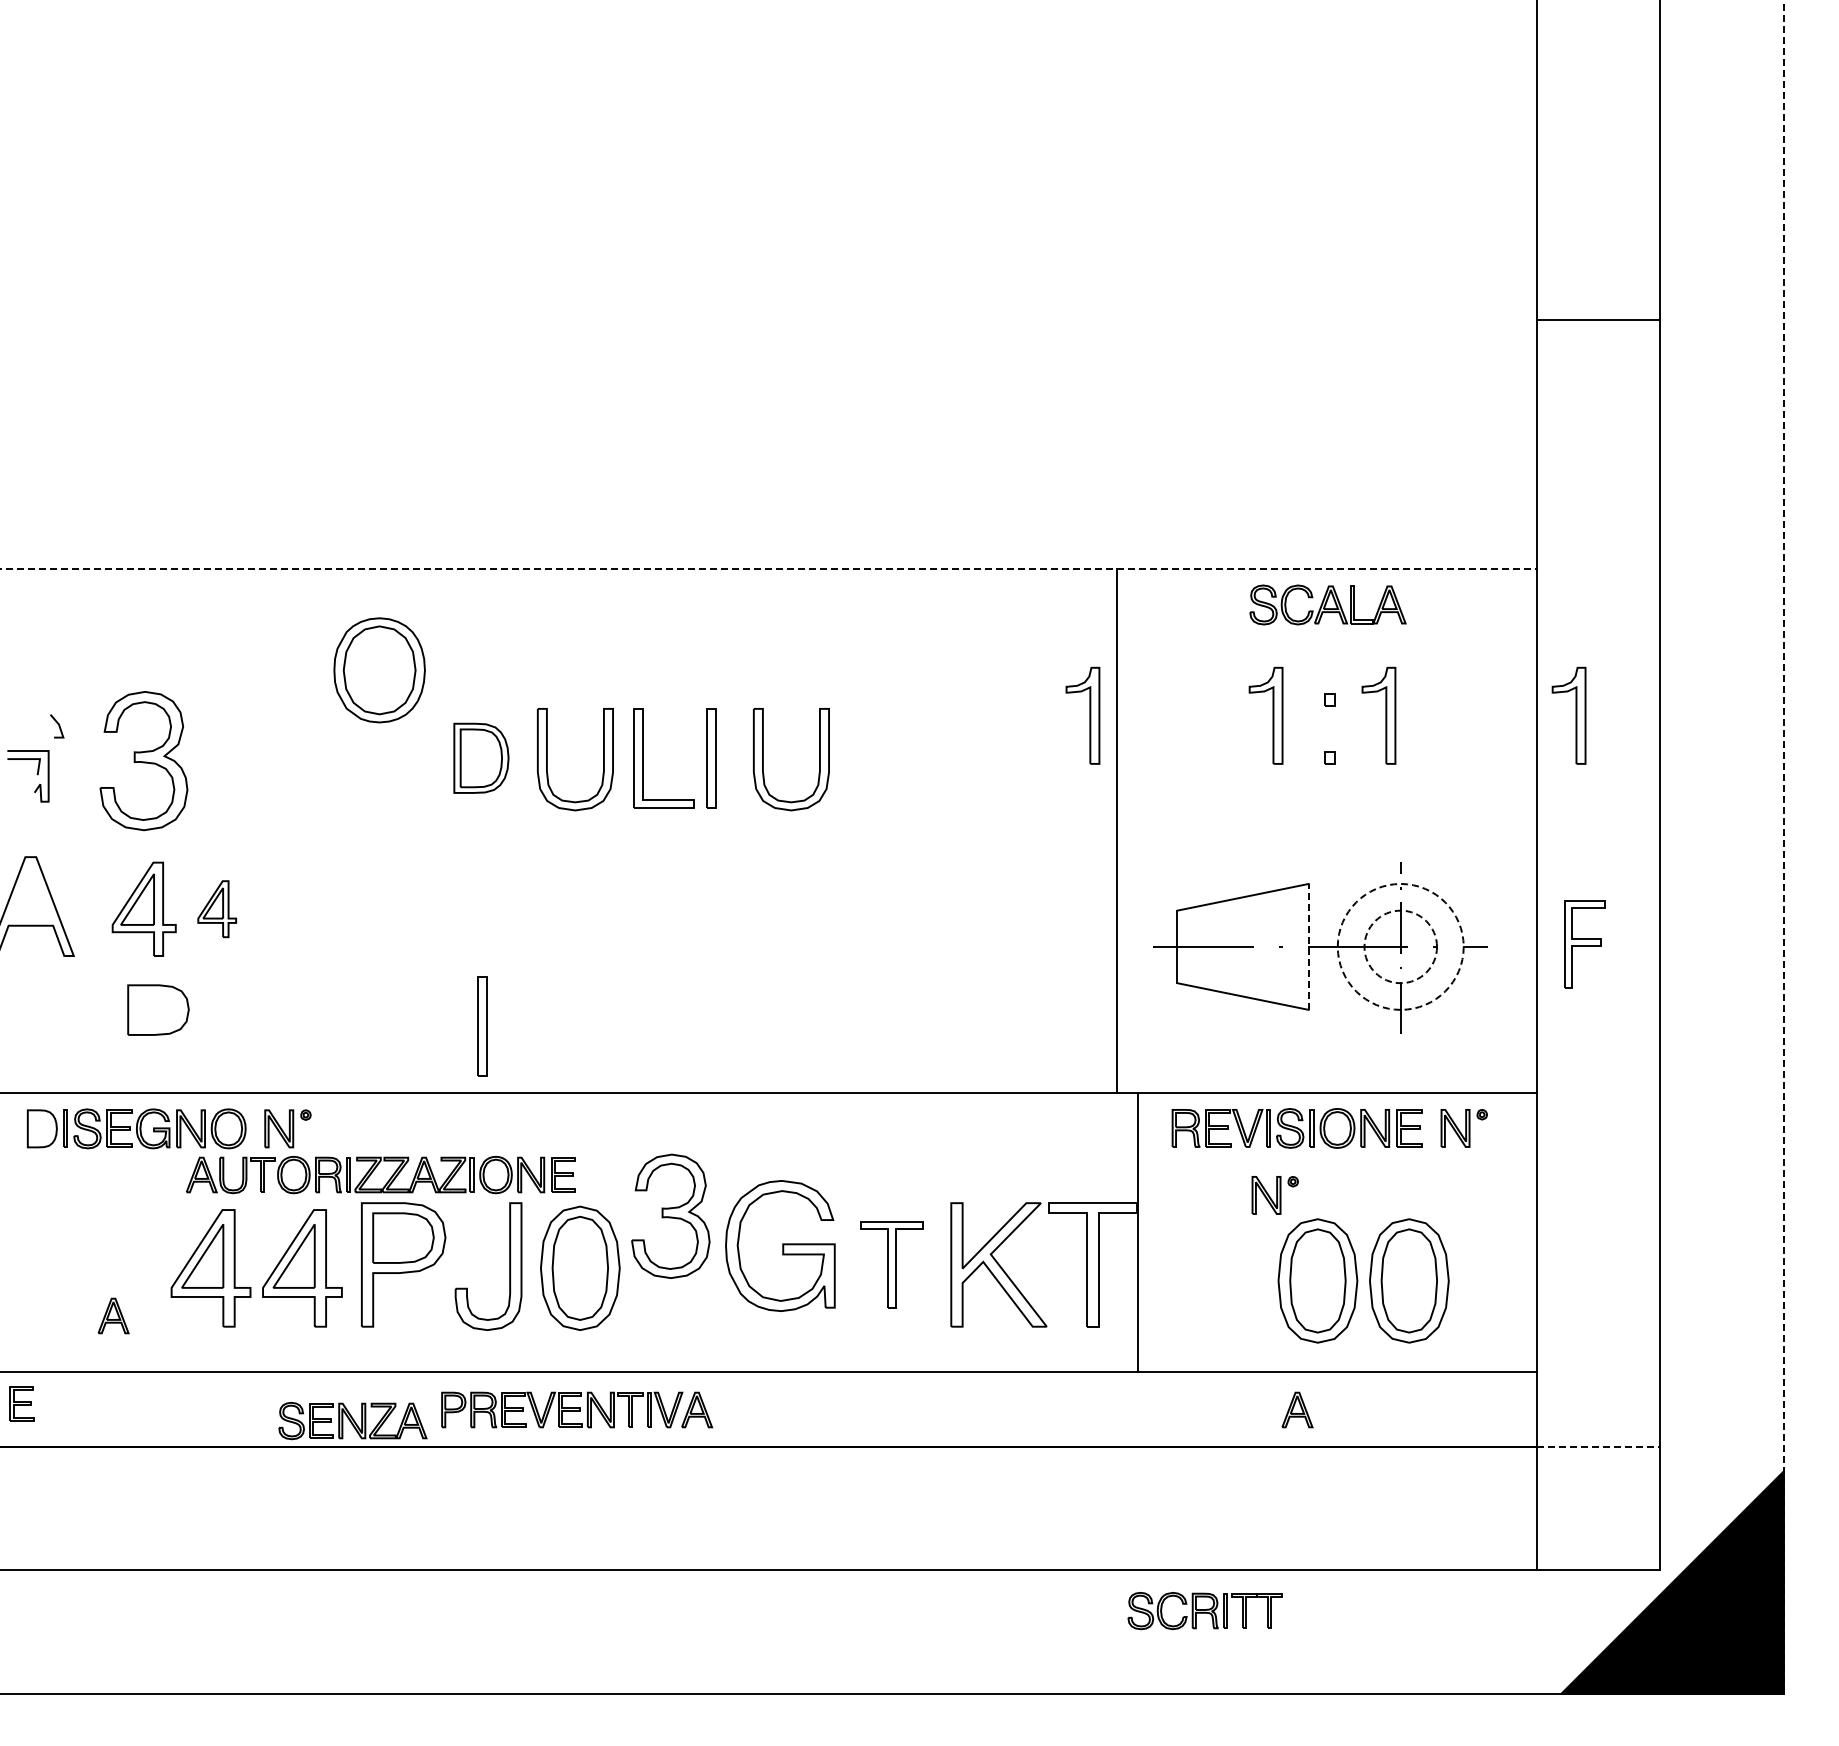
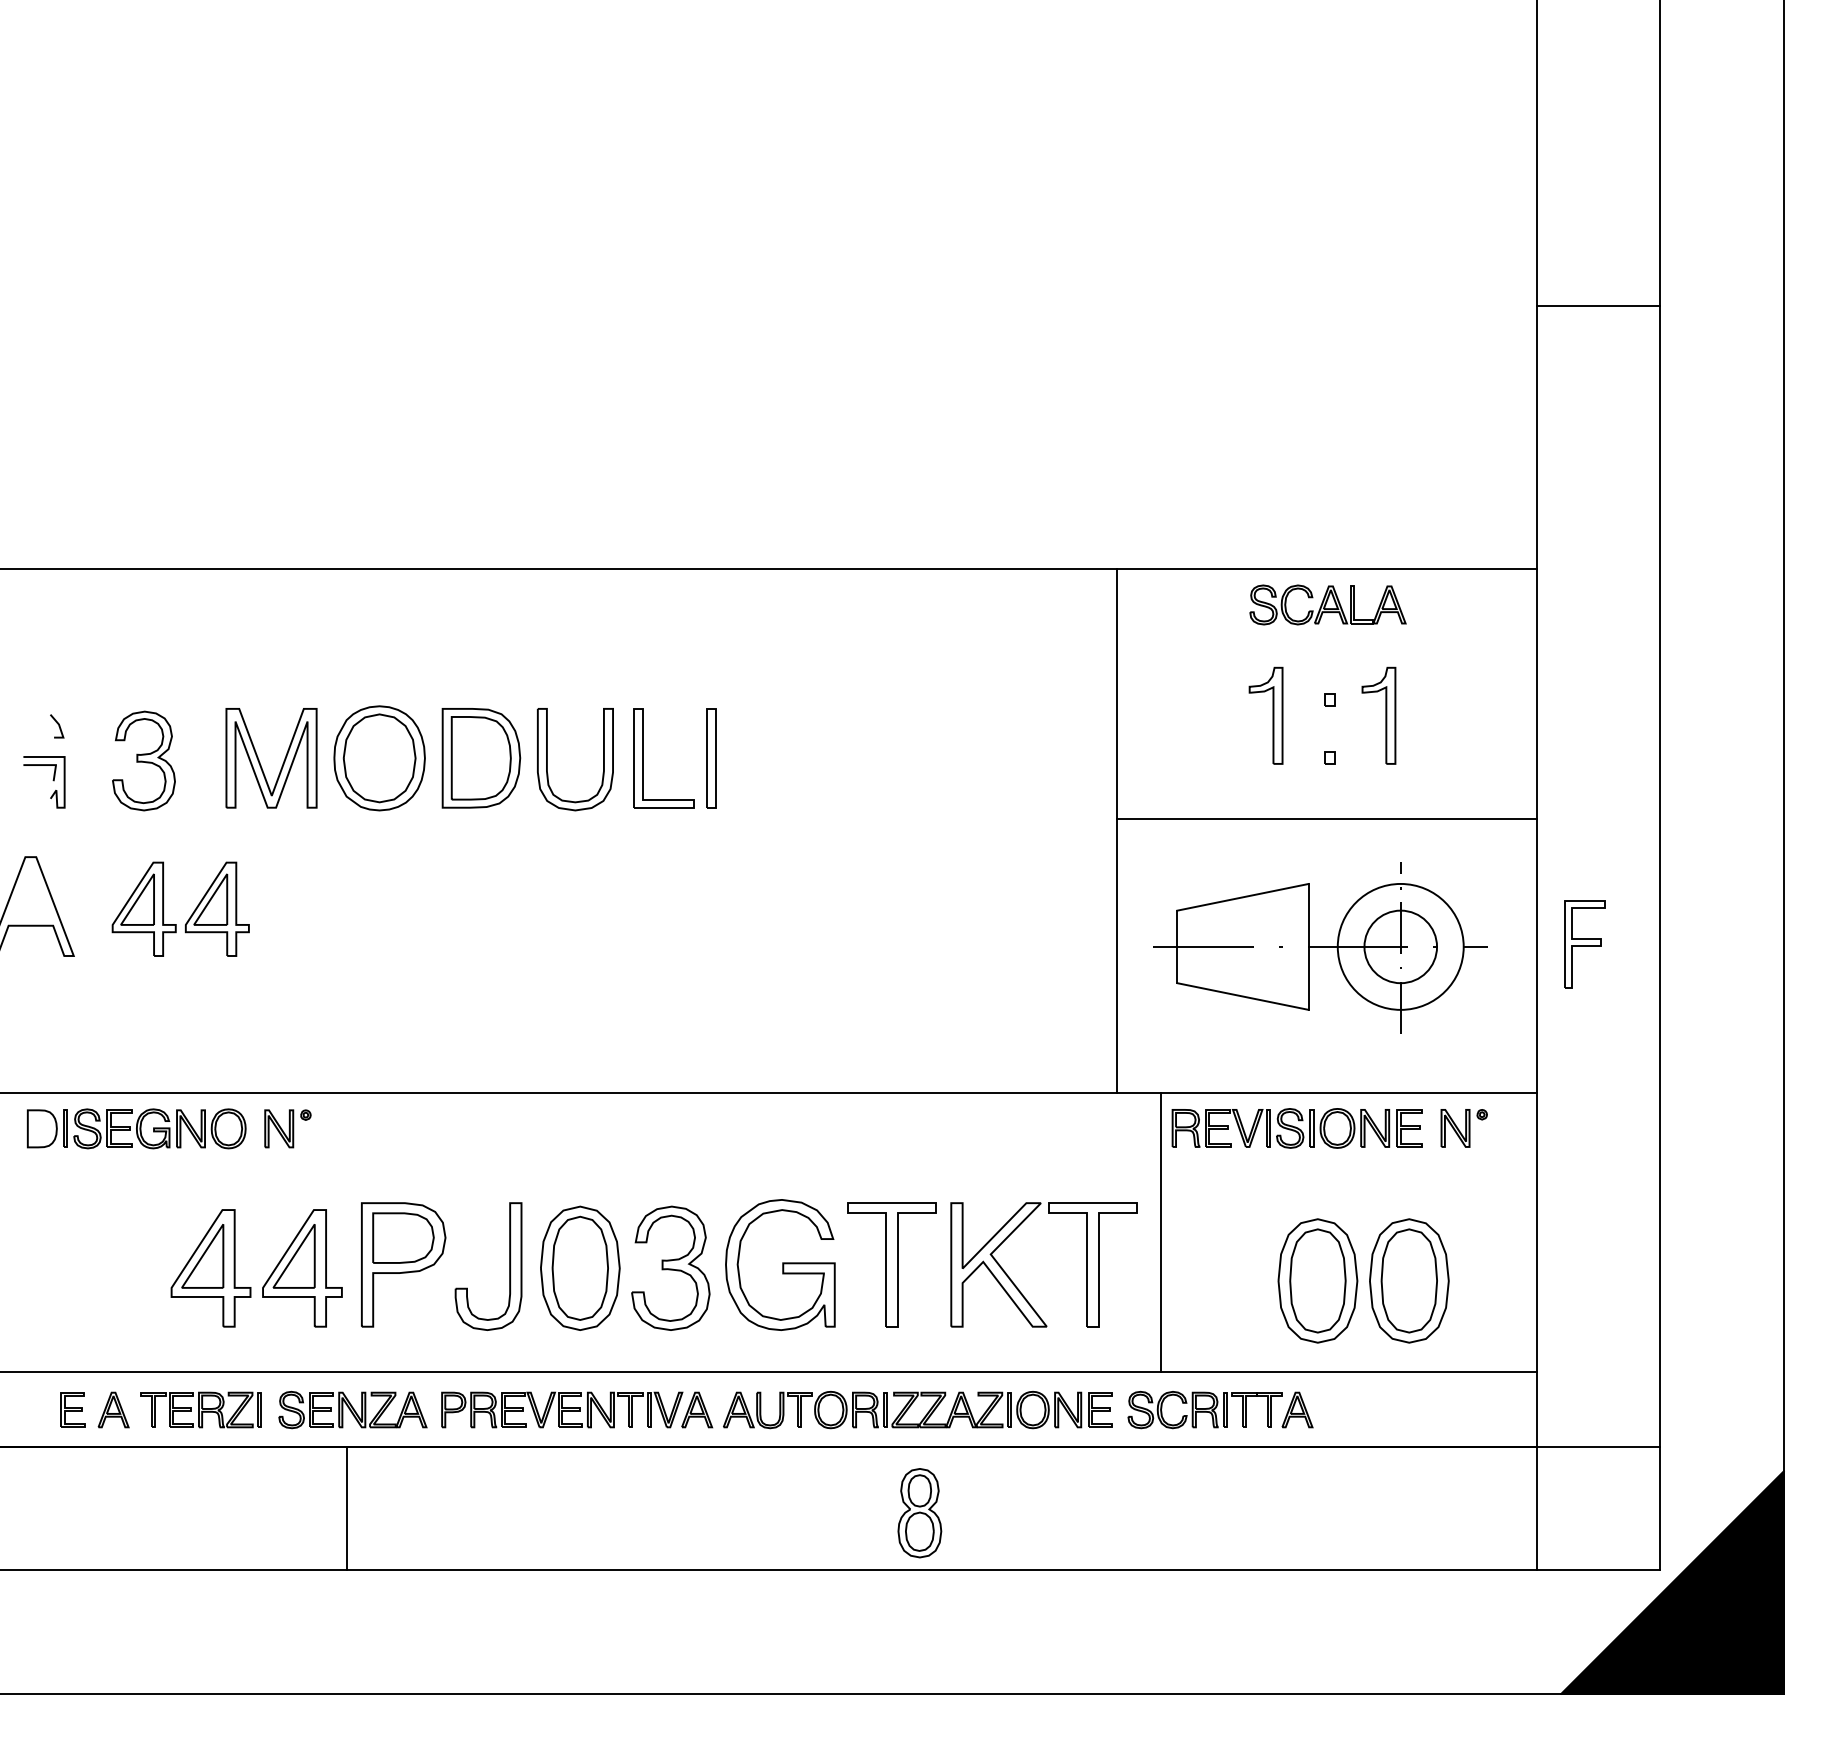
line at (1598, 319) position: (1598, 319) -> (1598, 305)
line at (768, 569): dashed -> solid
part at (379, 670) position: (379, 670) -> (379, 758)
part at (1089, 715): present -> none
part at (1575, 715): present -> none
part at (481, 757) size: 57x72 px -> 81x101 px
part at (763, 759): present -> none
part at (143, 761) size: 90x141 px -> 64x102 px
part at (260, 762): none -> present
part at (36, 774) position: (36, 774) -> (52, 780)
line at (1326, 819): none -> present
line at (1783, 847): dashed -> solid
part at (217, 909) size: 41x59 px -> 66x96 px
line at (1308, 946): dashed -> solid
circle at (1400, 946): dashed -> solid
circle at (1400, 946): dashed -> solid
part at (158, 1009): present -> none
part at (482, 1026): present -> none
part at (375, 1169) position: (375, 1169) -> (912, 1404)
part at (1274, 1195): present -> none
part at (670, 1215) position: (670, 1215) -> (670, 1267)
line at (1138, 1232) position: (1138, 1232) -> (1161, 1232)
part at (780, 1245) position: (780, 1245) -> (780, 1264)
part at (891, 1264) size: 64x88 px -> 90x126 px
part at (113, 1315) position: (113, 1315) -> (113, 1409)
part at (21, 1403) position: (21, 1403) -> (72, 1409)
part at (200, 1409): none -> present
part at (352, 1420) position: (352, 1420) -> (352, 1409)
line at (1598, 1446): dashed -> solid
line at (347, 1508): none -> present
part at (919, 1513): none -> present
part at (1204, 1610) position: (1204, 1610) -> (1204, 1409)
